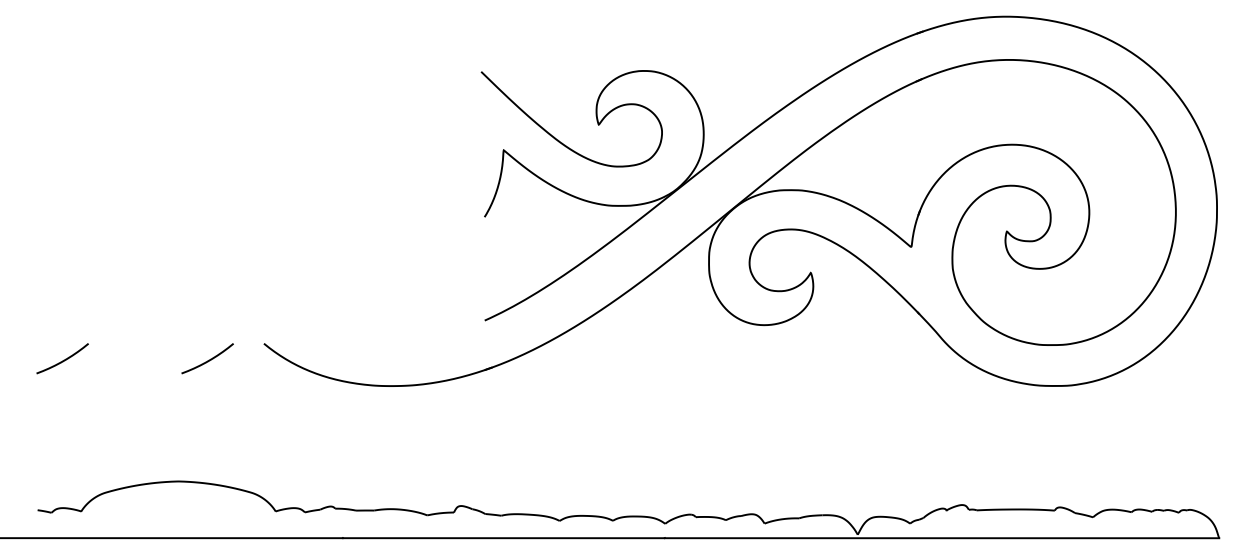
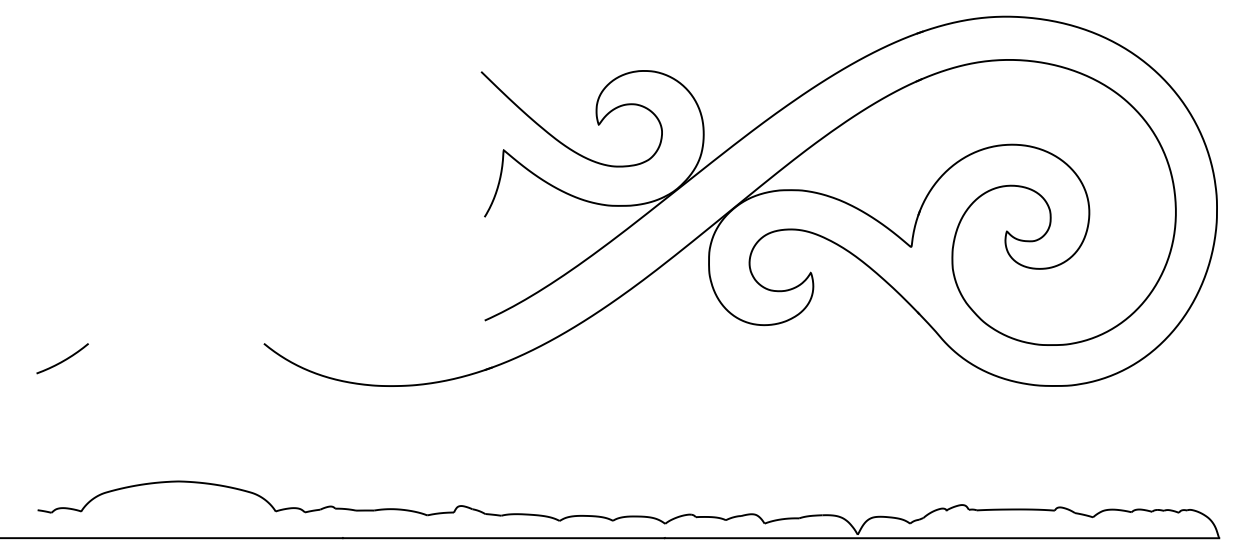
curve at (207, 360): present -> none
